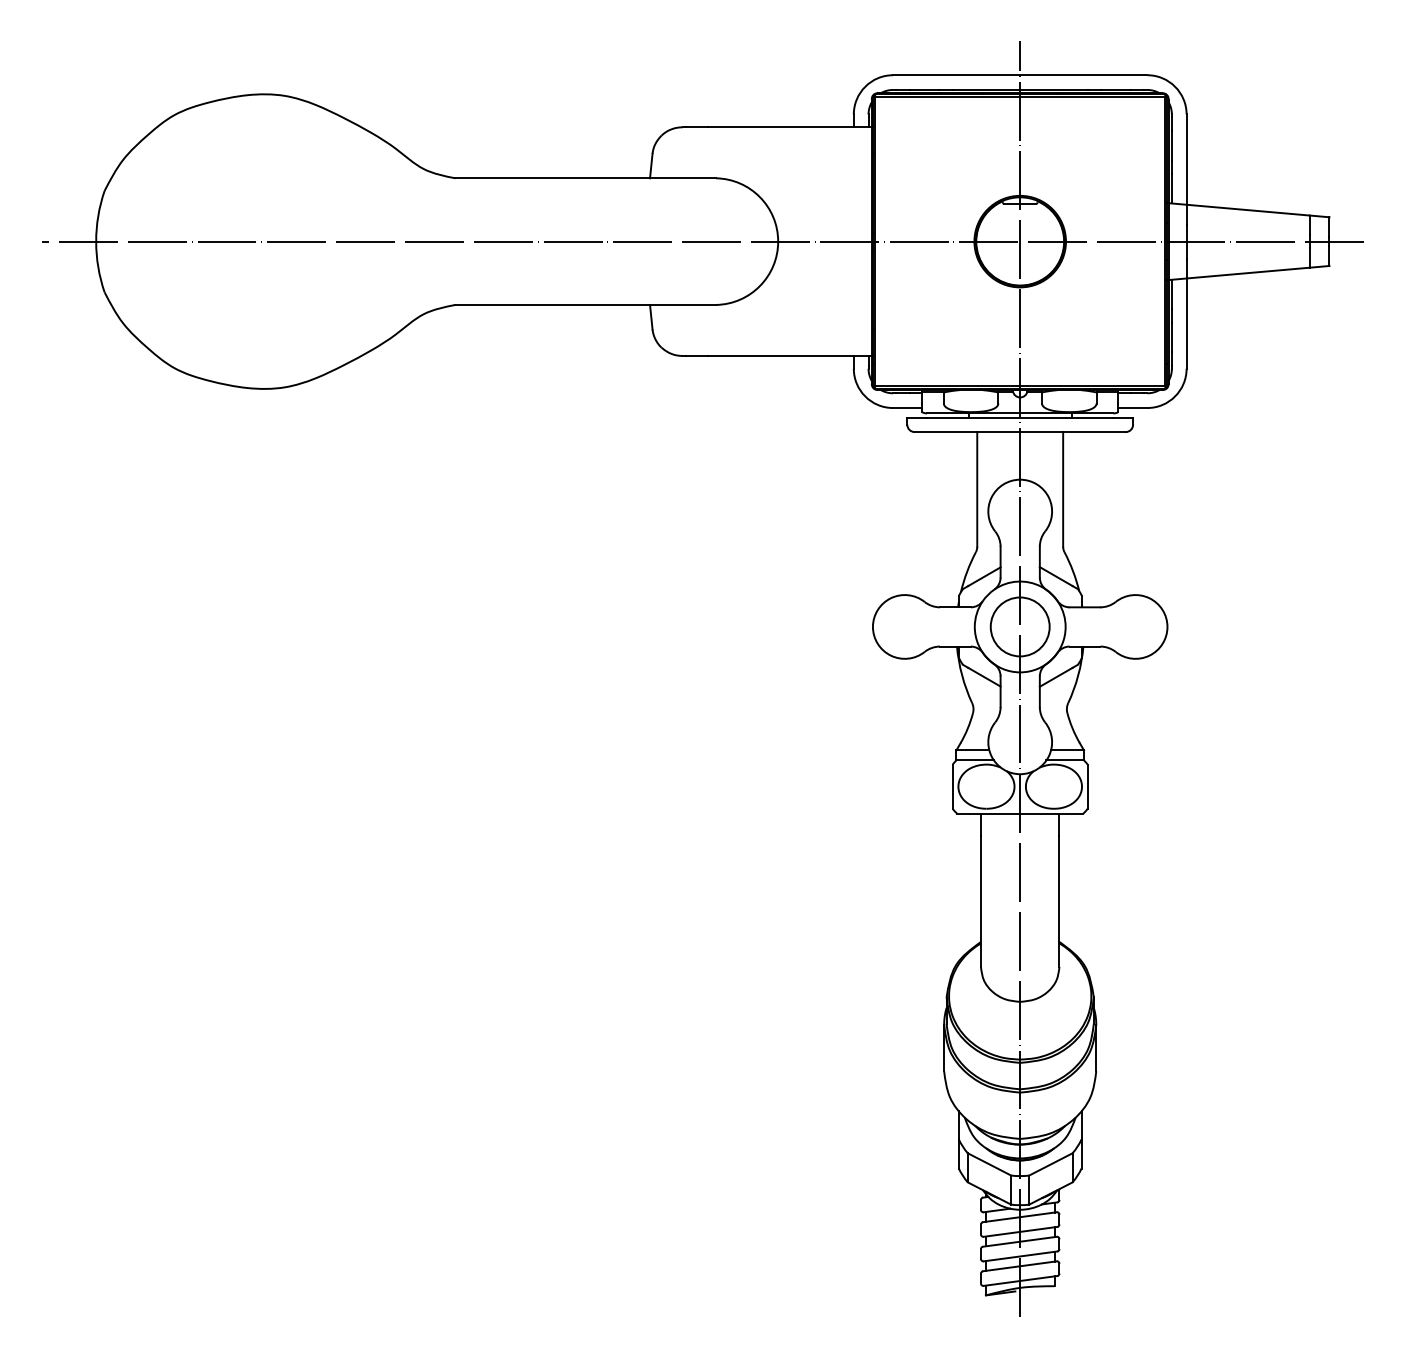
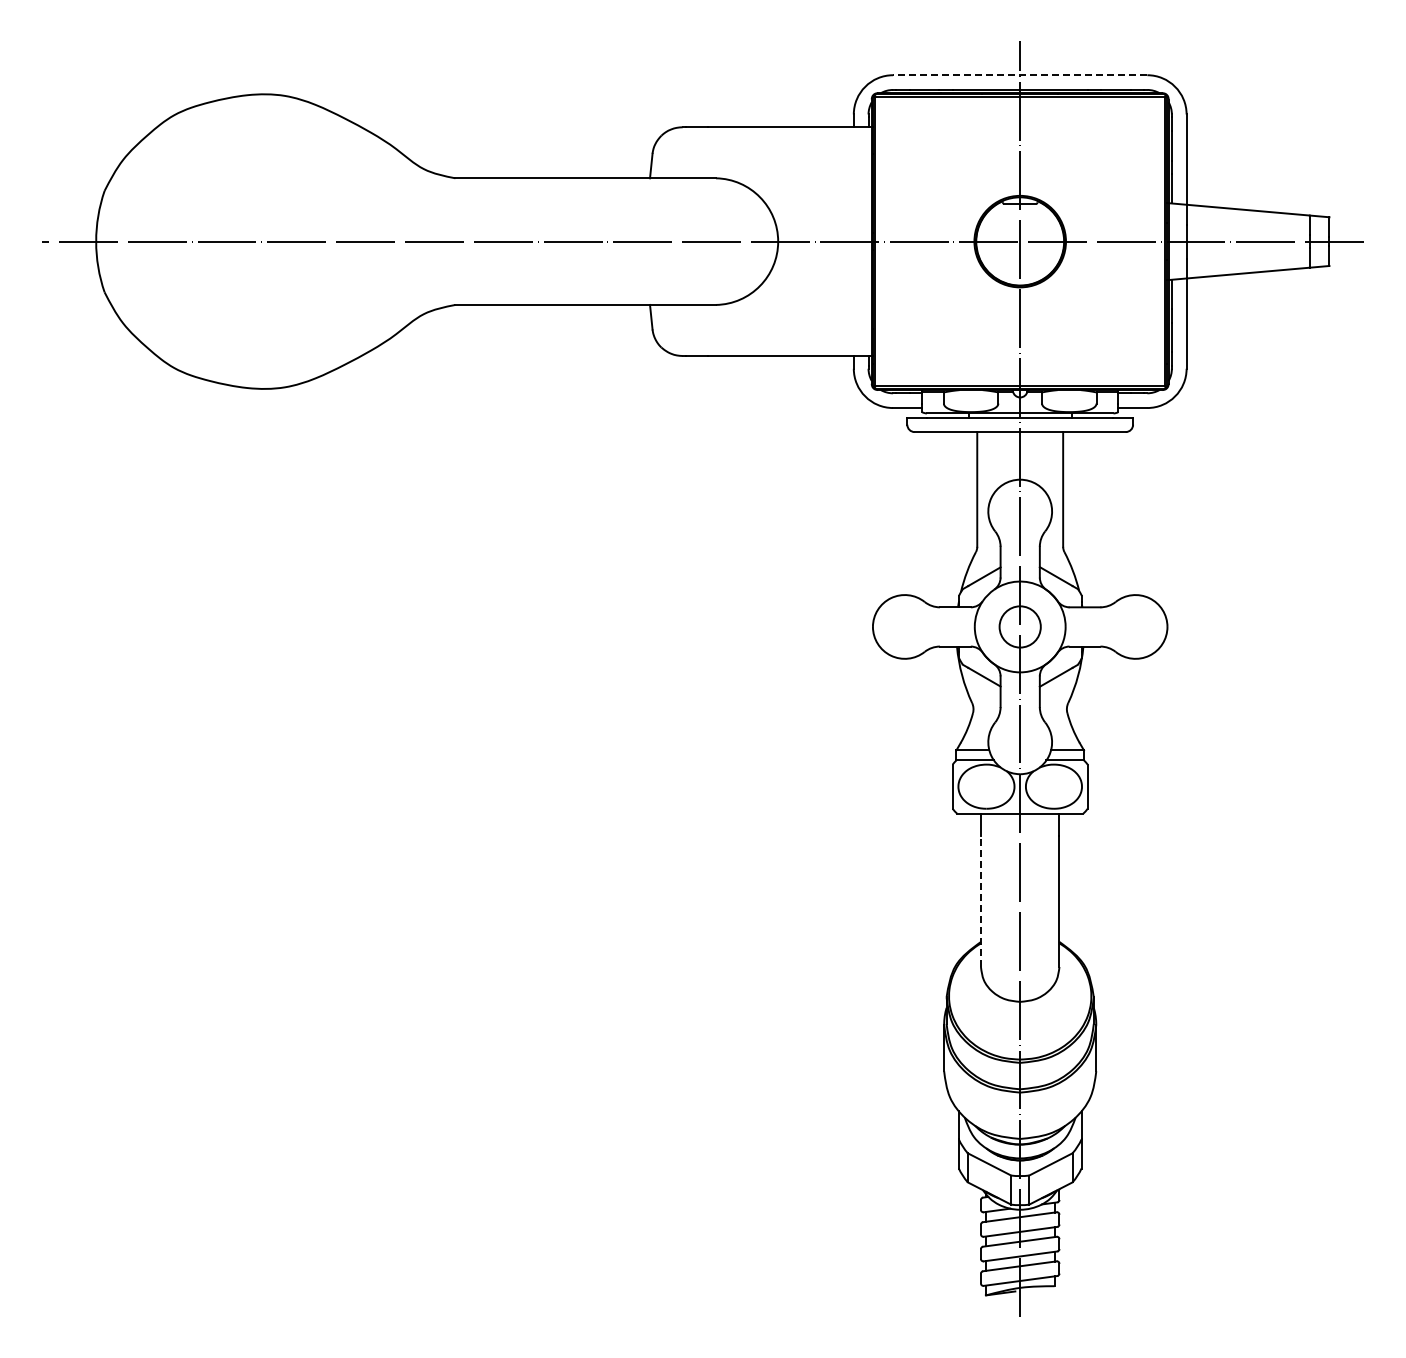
line at (1019, 75): solid -> dashed
circle at (1019, 626) diameter: 59 px -> 41 px
line at (980, 901): solid -> dashed
